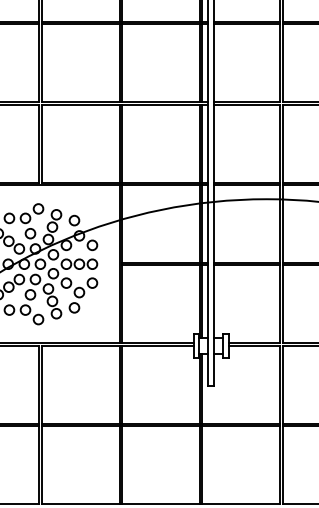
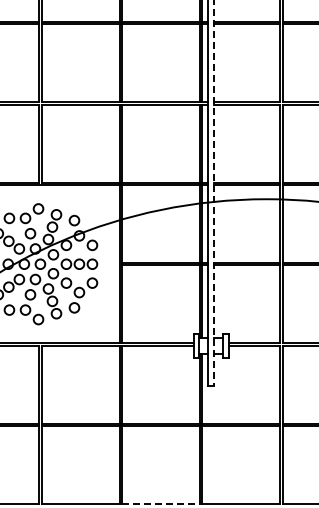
line at (214, 193): solid -> dashed
line at (160, 504): solid -> dashed
